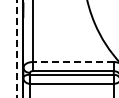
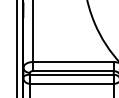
line at (17, 48): dashed -> solid
line at (73, 62): dashed -> solid
